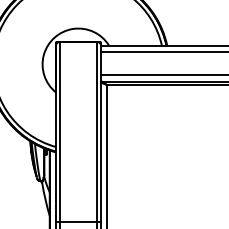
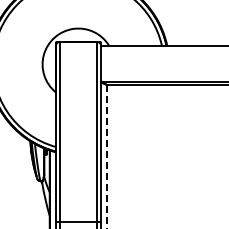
line at (162, 51): present -> none
line at (162, 75): present -> none
line at (107, 157): solid -> dashed
